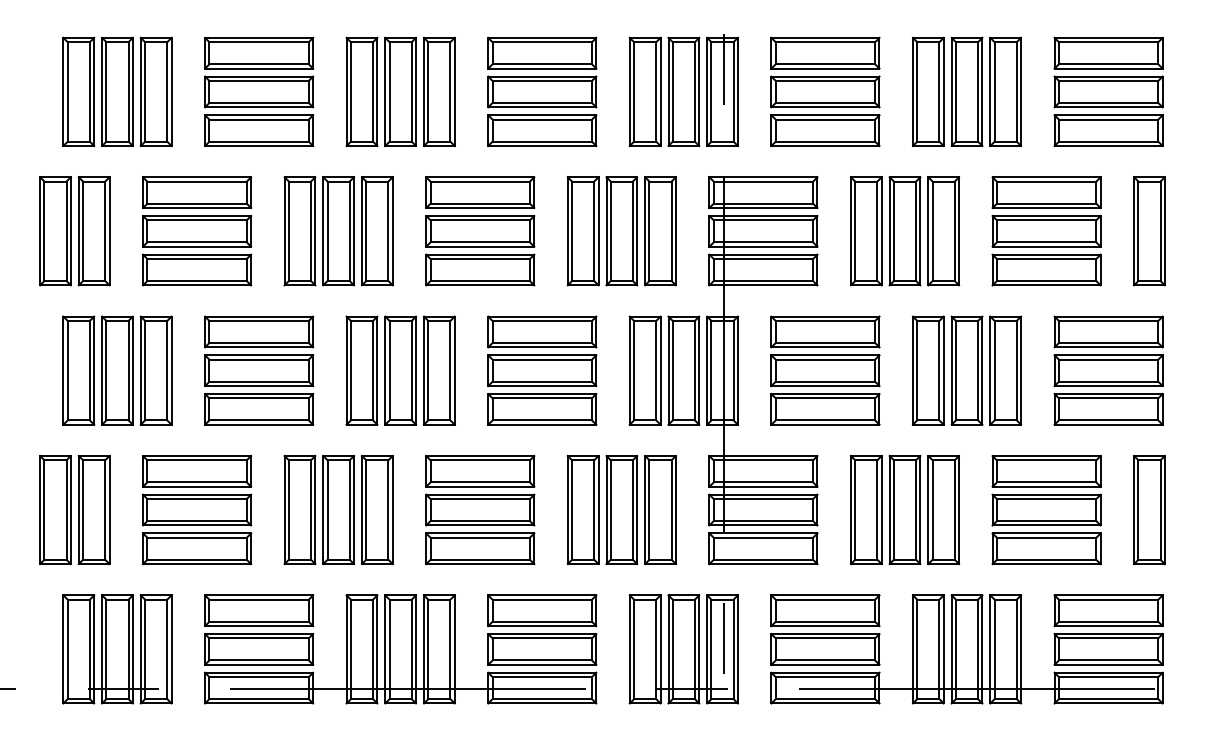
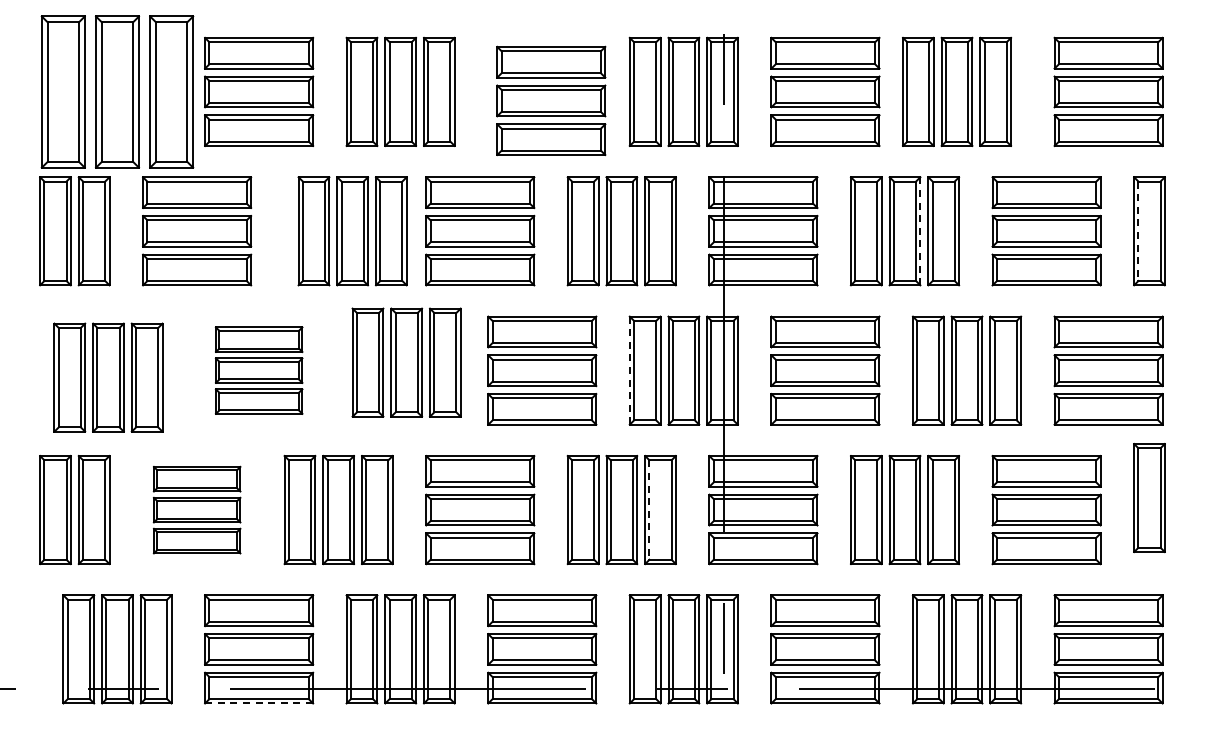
part at (117, 91) size: 111x111 px -> 155x154 px
part at (542, 91) position: (542, 91) -> (551, 100)
part at (967, 91) position: (967, 91) -> (957, 91)
line at (920, 230): solid -> dashed
part at (338, 231) position: (338, 231) -> (352, 231)
line at (1138, 231): solid -> dashed
part at (117, 370) position: (117, 370) -> (108, 377)
part at (259, 370) size: 111x111 px -> 90x89 px
part at (400, 370) position: (400, 370) -> (406, 362)
line at (629, 371): solid -> dashed
part at (197, 510) size: 111x111 px -> 90x90 px
line at (649, 510): solid -> dashed
part at (1149, 510) position: (1149, 510) -> (1149, 498)
line at (259, 703): solid -> dashed
